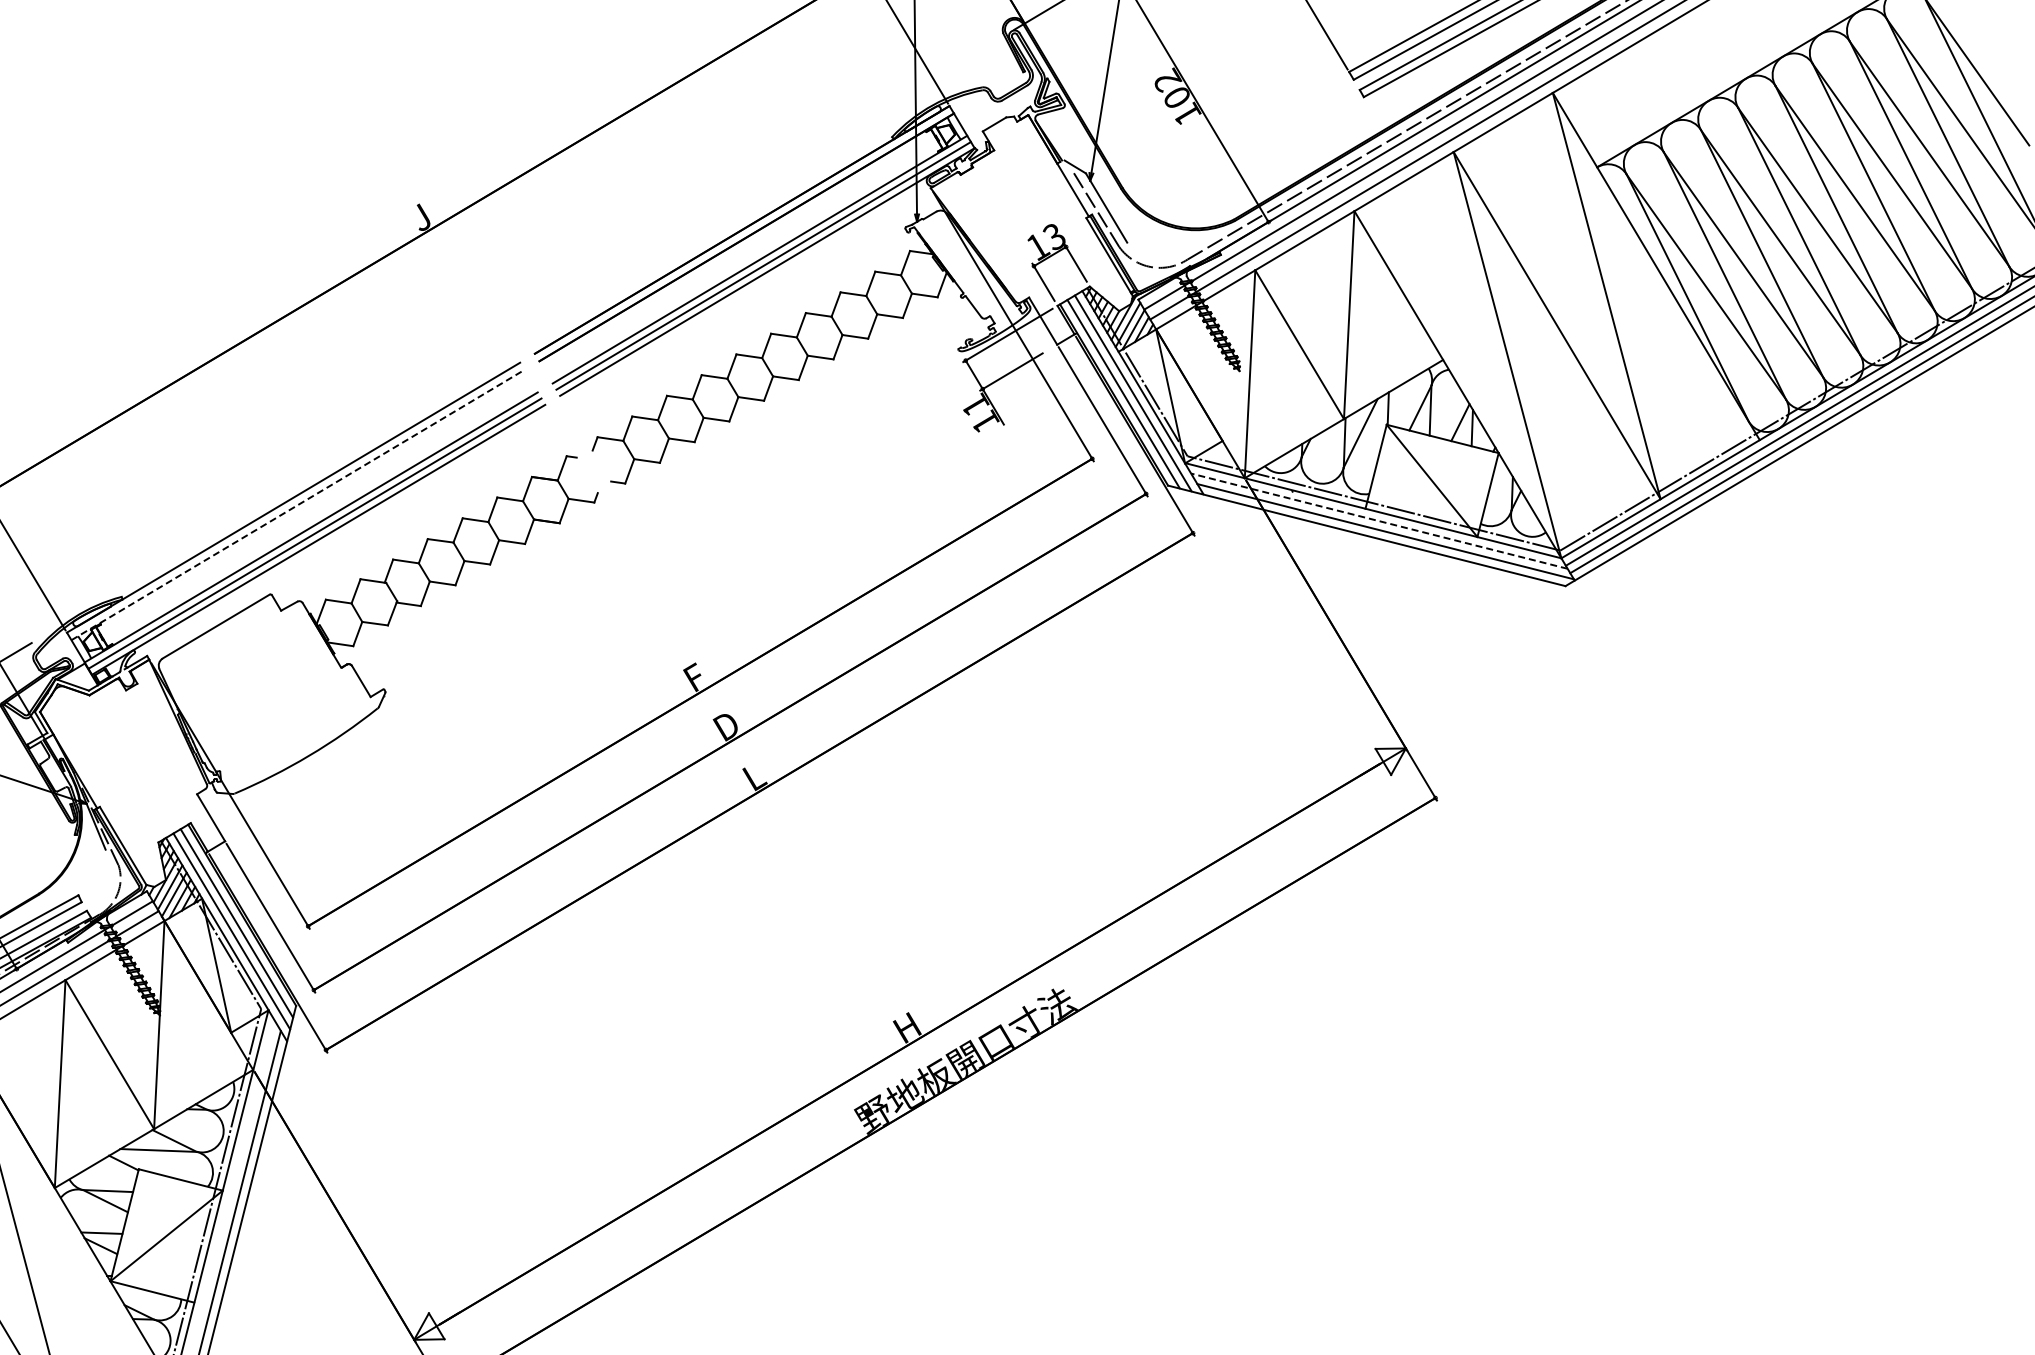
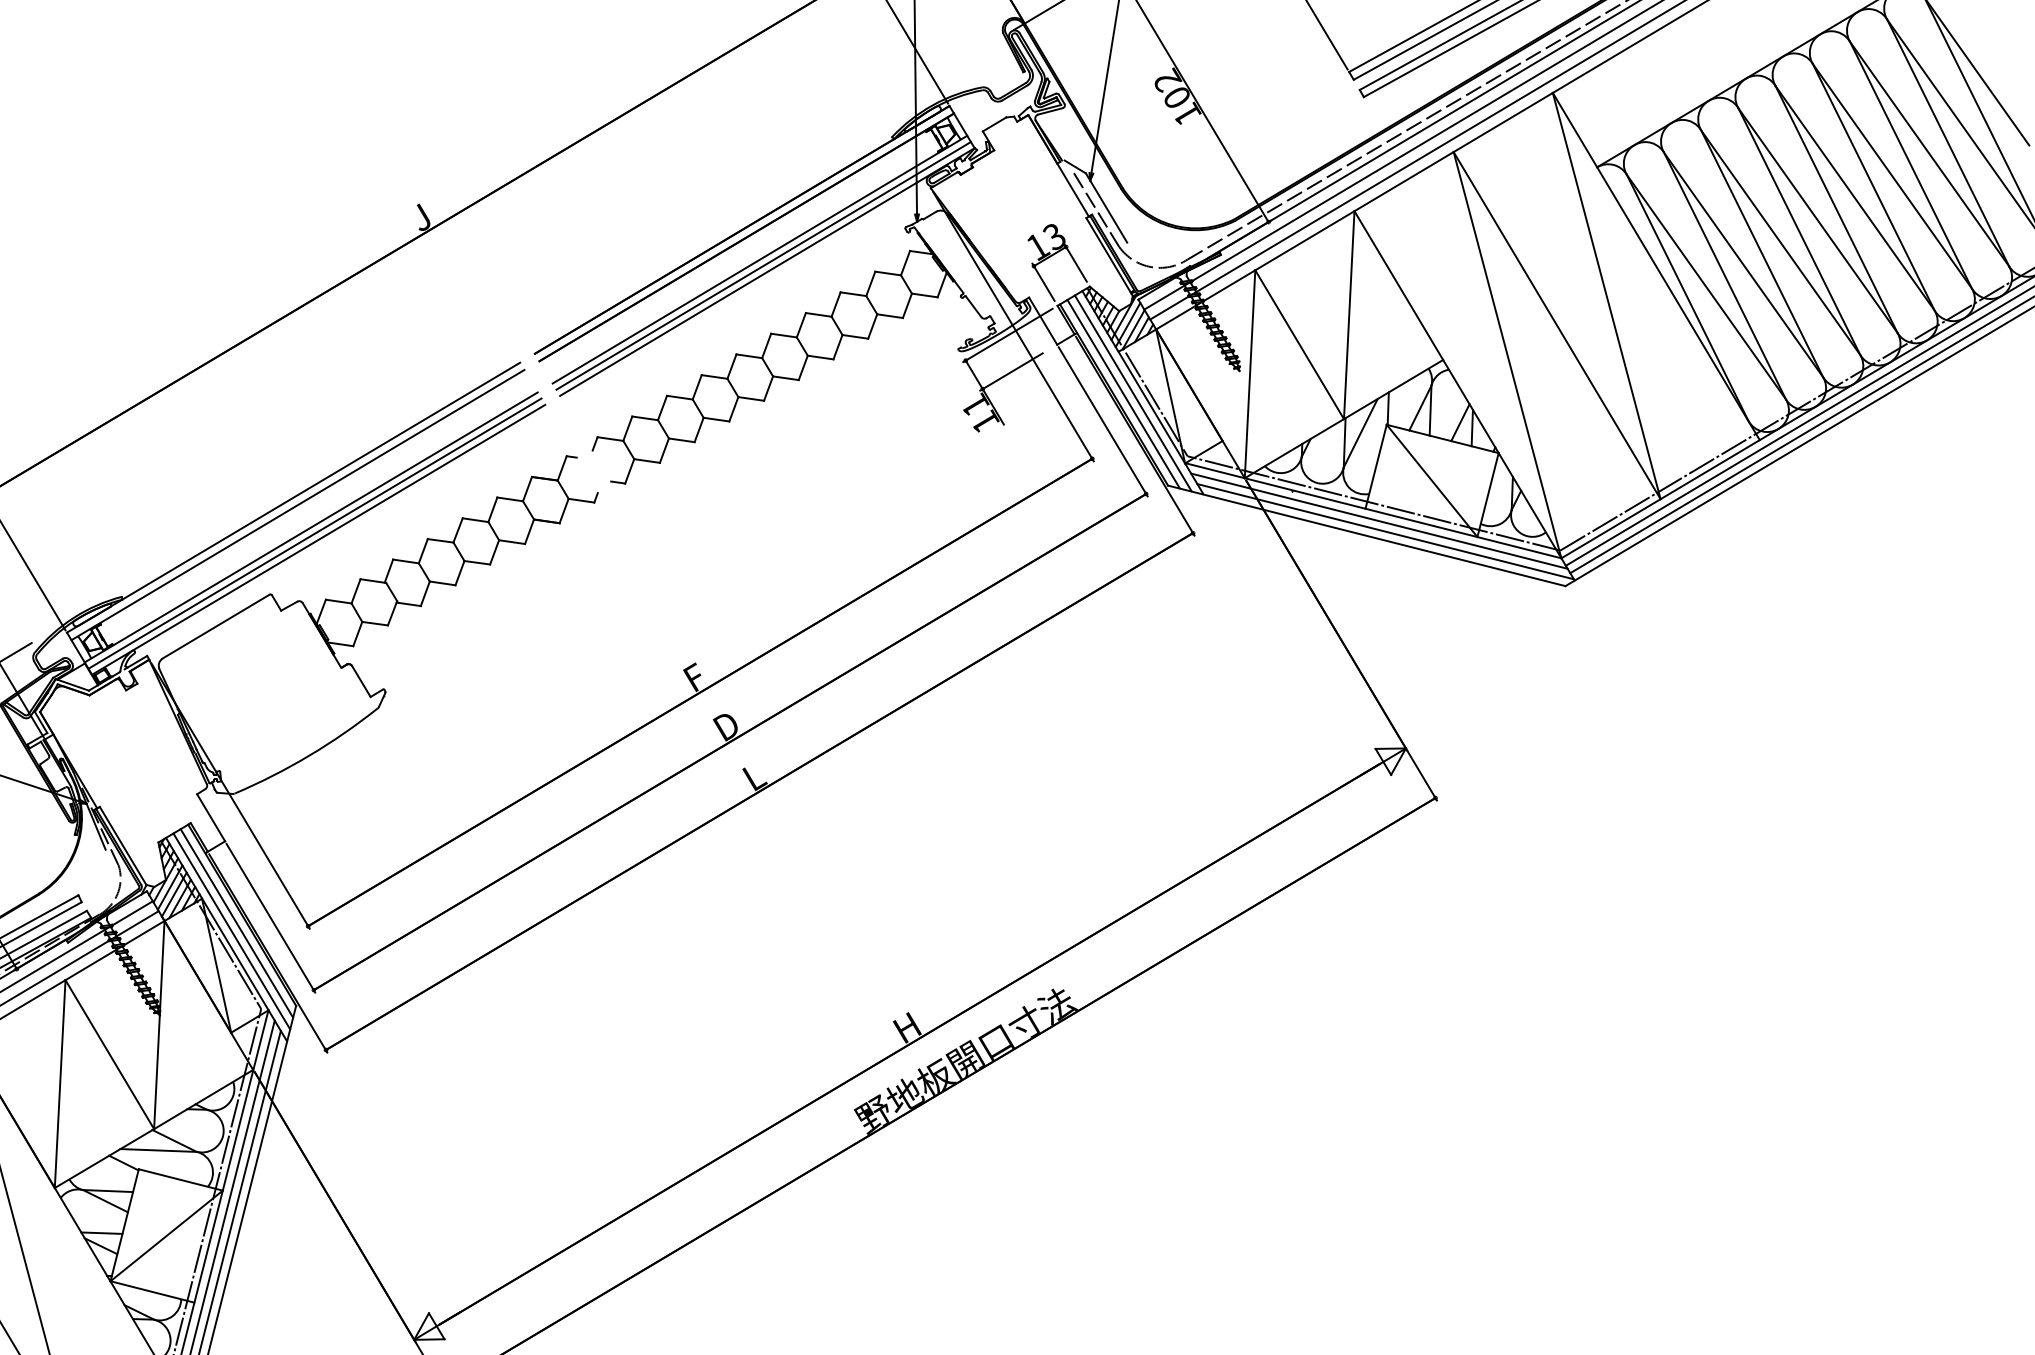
line at (298, 505): dashed -> solid
line at (1378, 521): dashed -> solid
line at (232, 1185): none -> present
